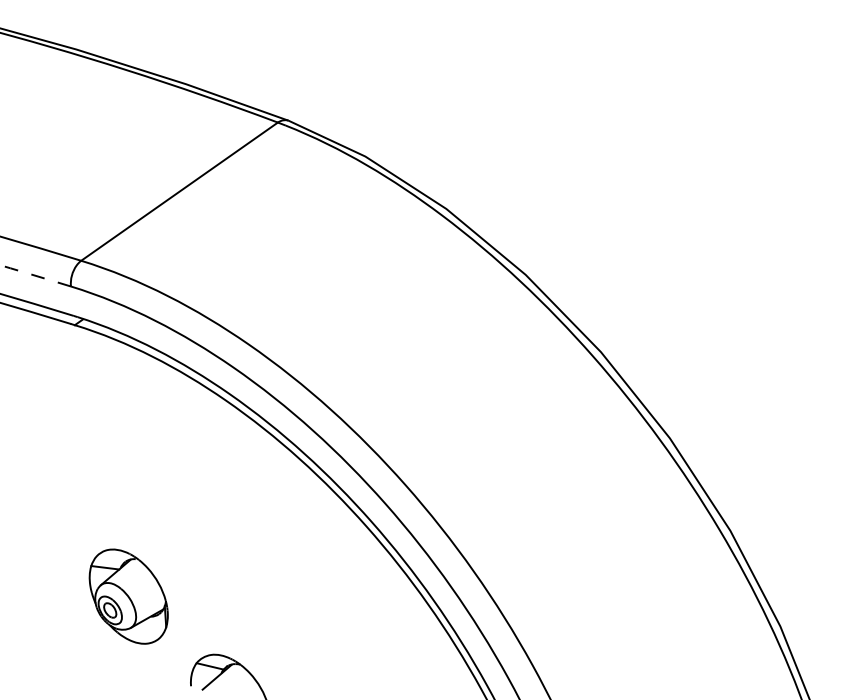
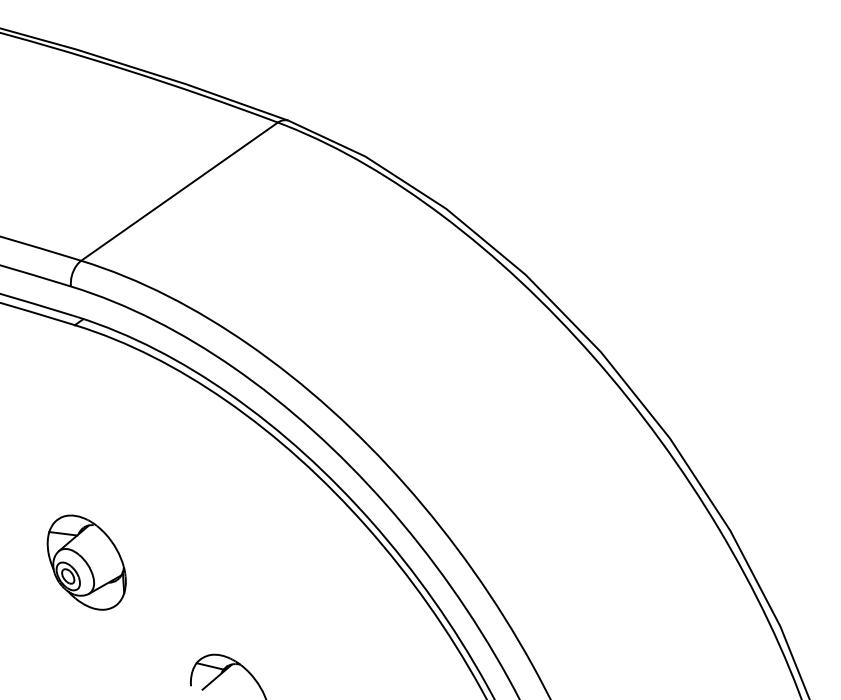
arc at (35, 275): dashed -> solid
part at (128, 596) position: (128, 596) -> (86, 562)
